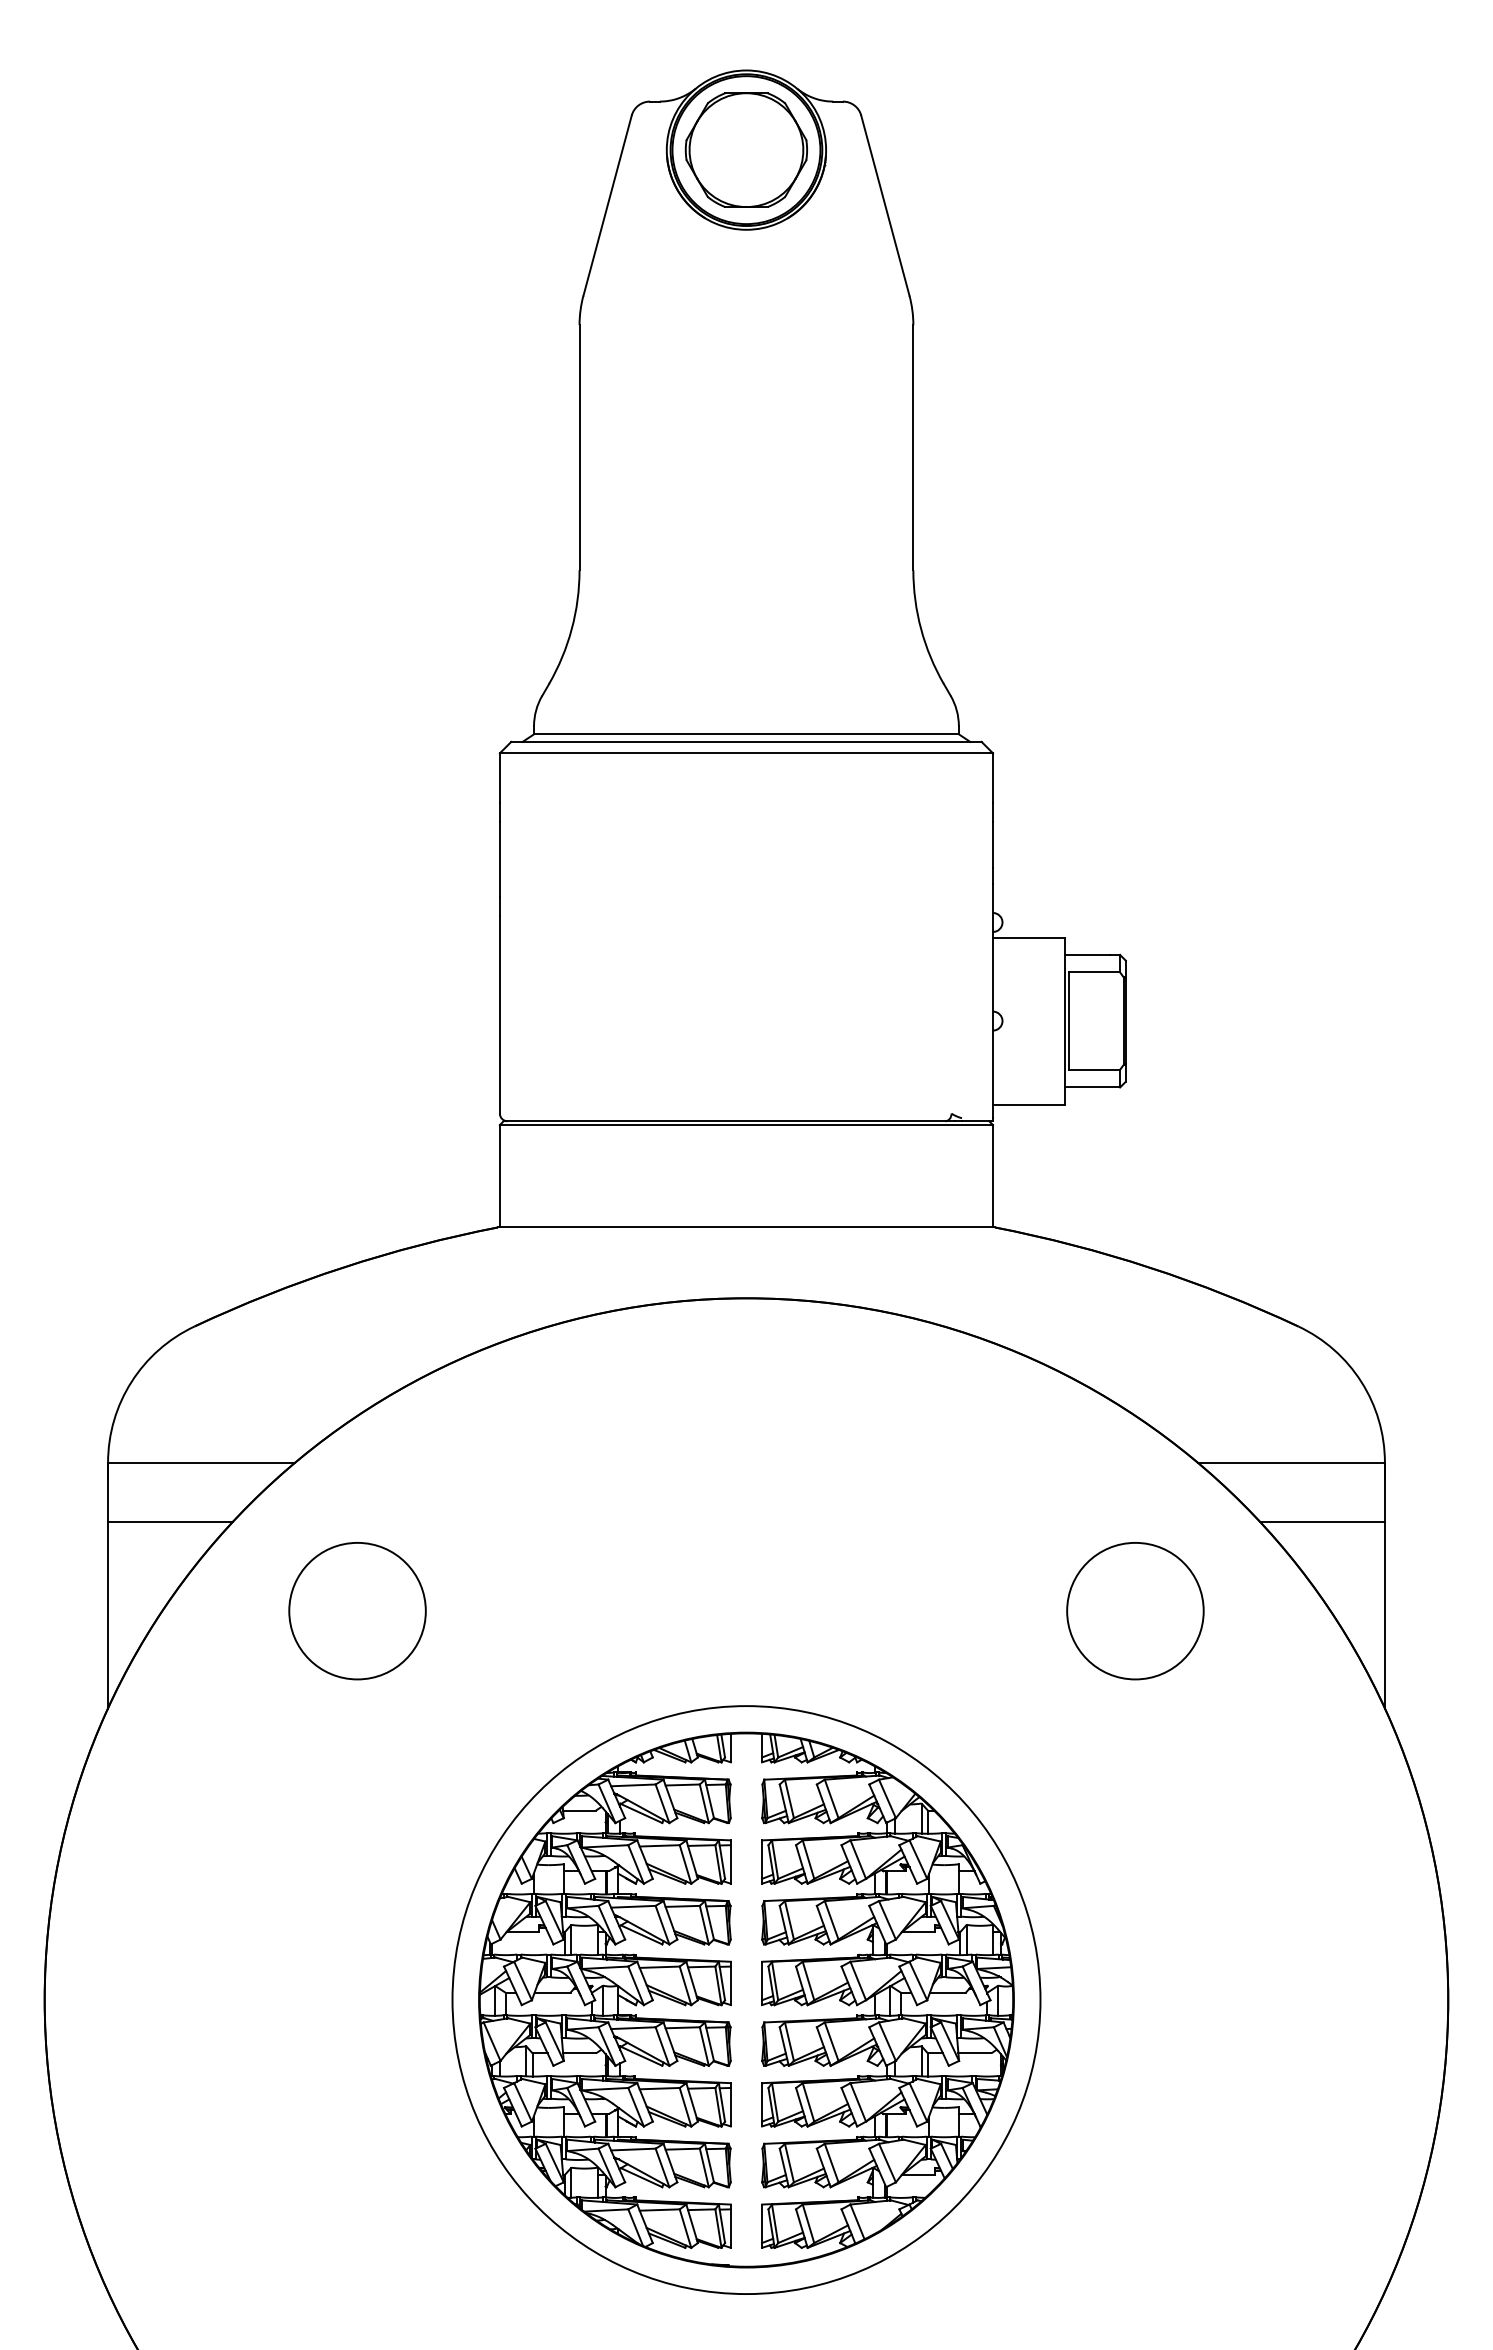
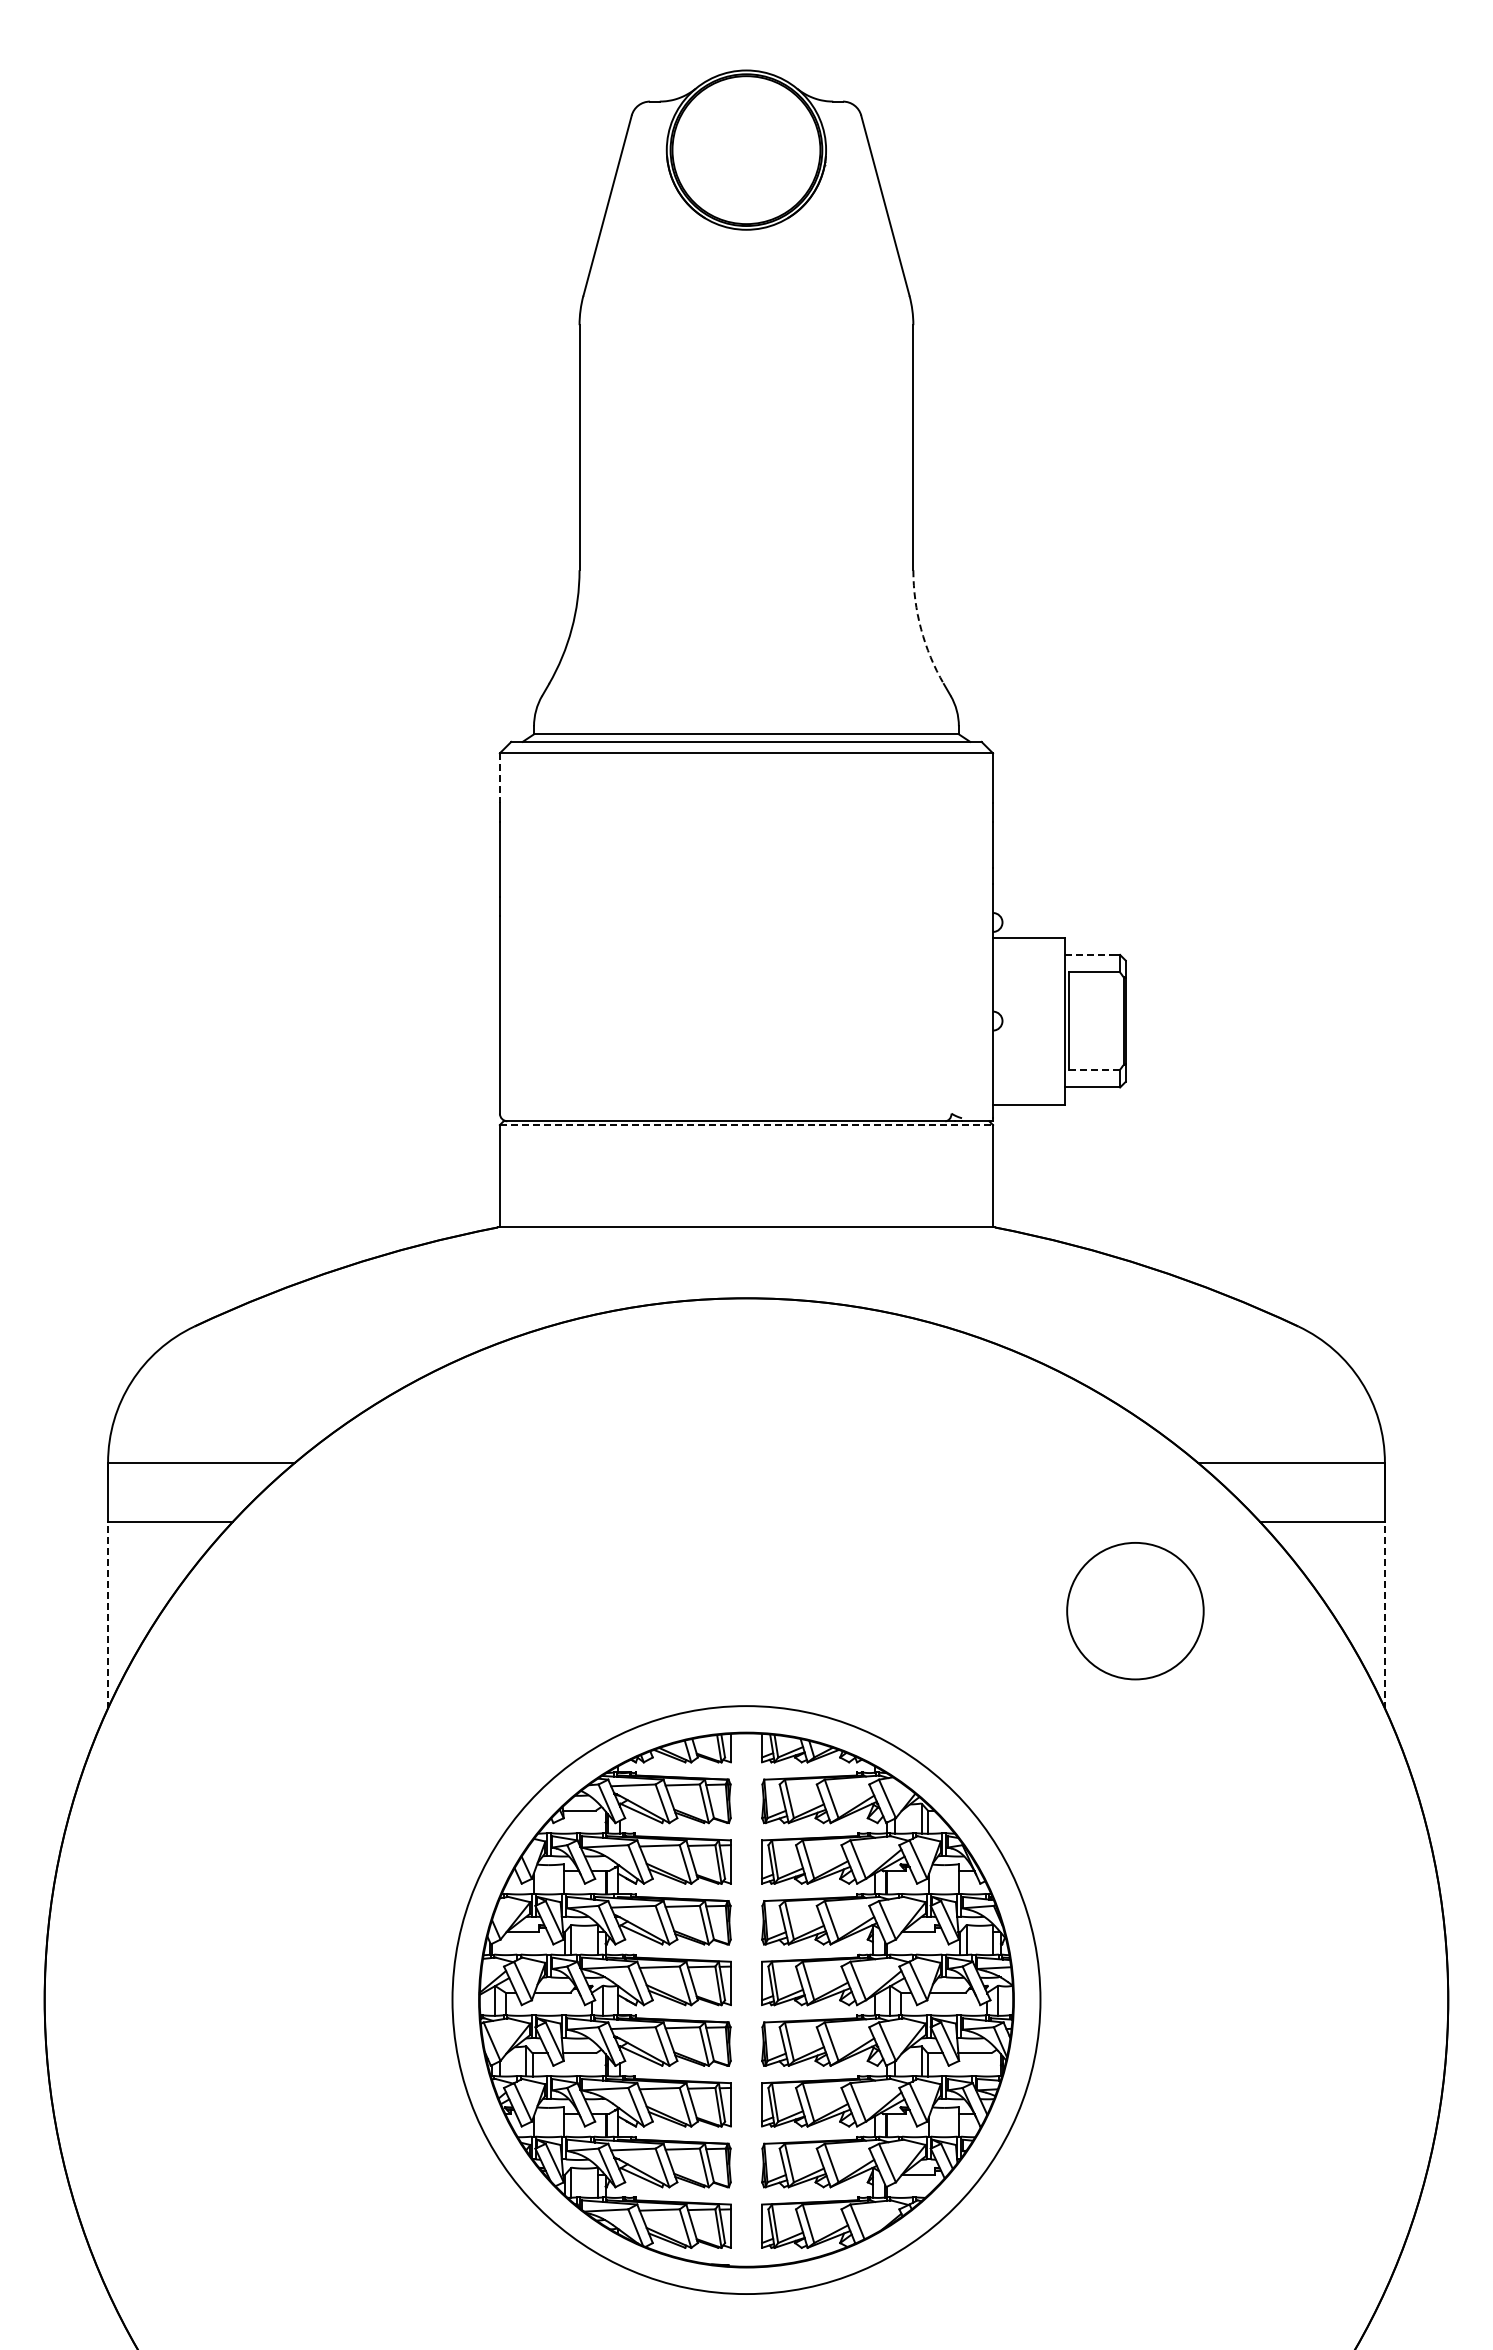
part at (745, 149): present -> none
arc at (921, 629): solid -> dashed
line at (499, 777): solid -> dashed
line at (1088, 954): solid -> dashed
line at (1094, 1069): solid -> dashed
line at (746, 1125): solid -> dashed
circle at (357, 1611): present -> none
line at (108, 1614): solid -> dashed
line at (1384, 1614): solid -> dashed
